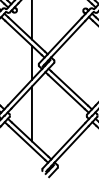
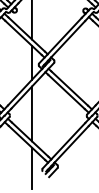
line at (31, 167): none -> present
